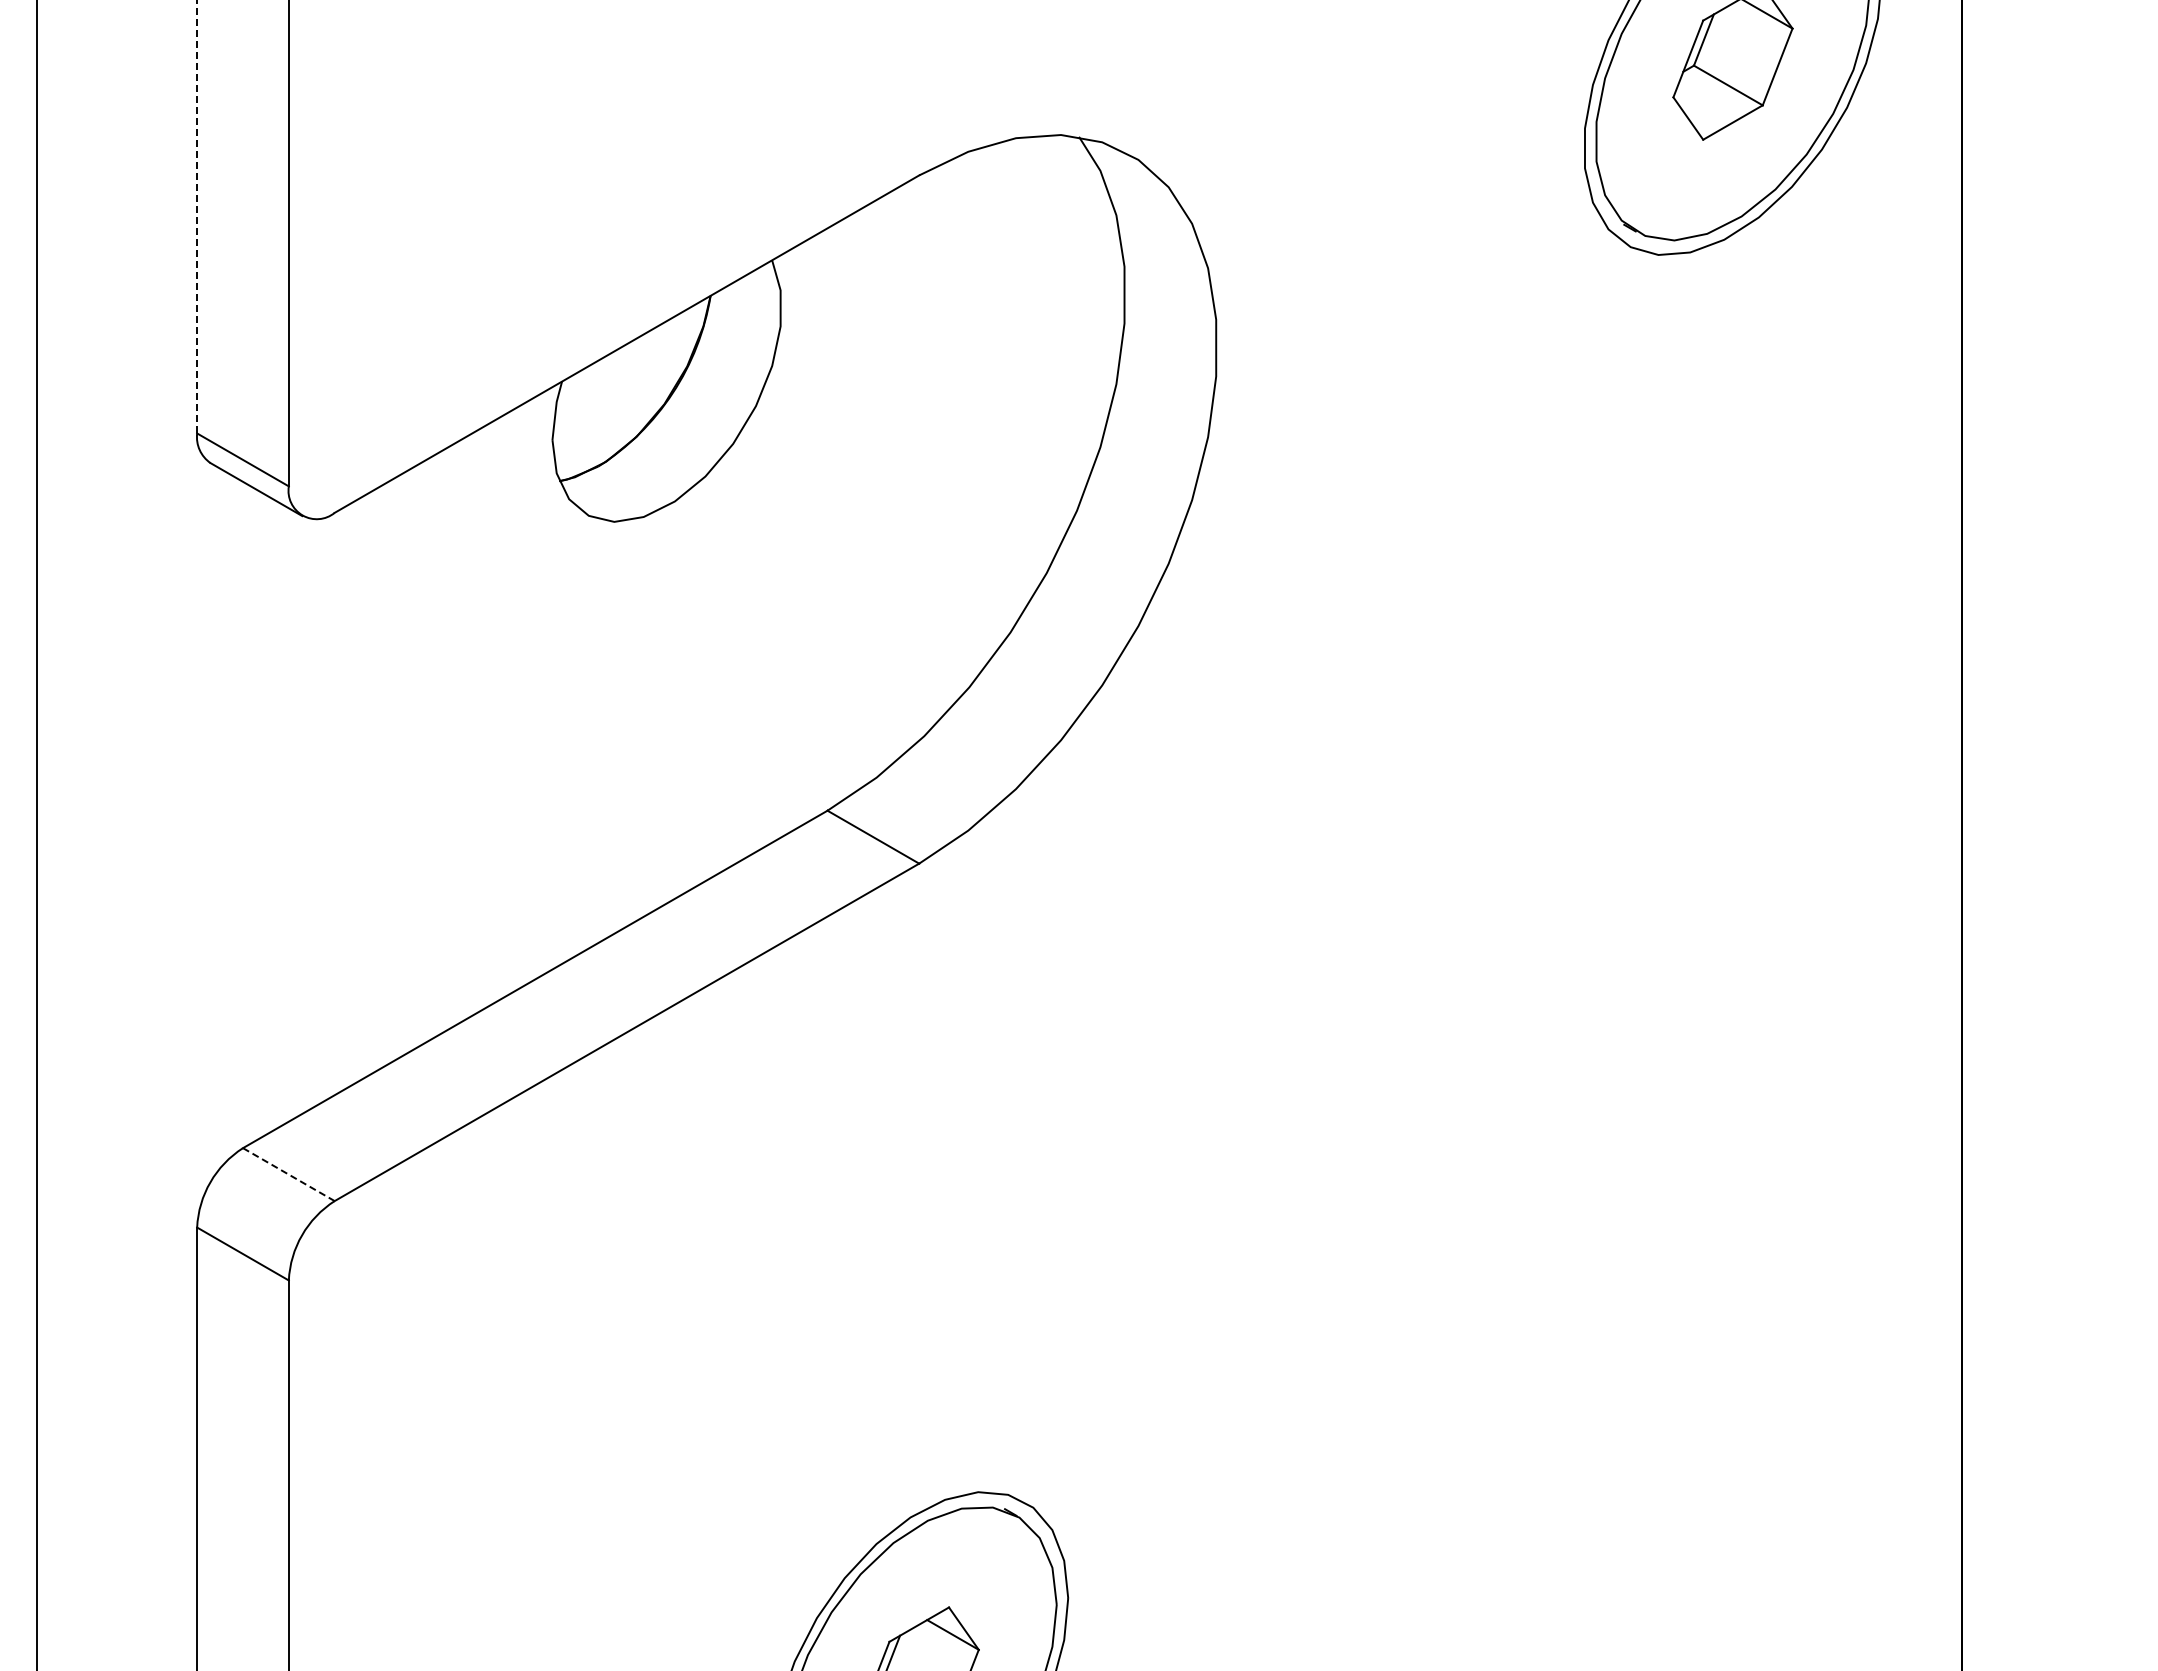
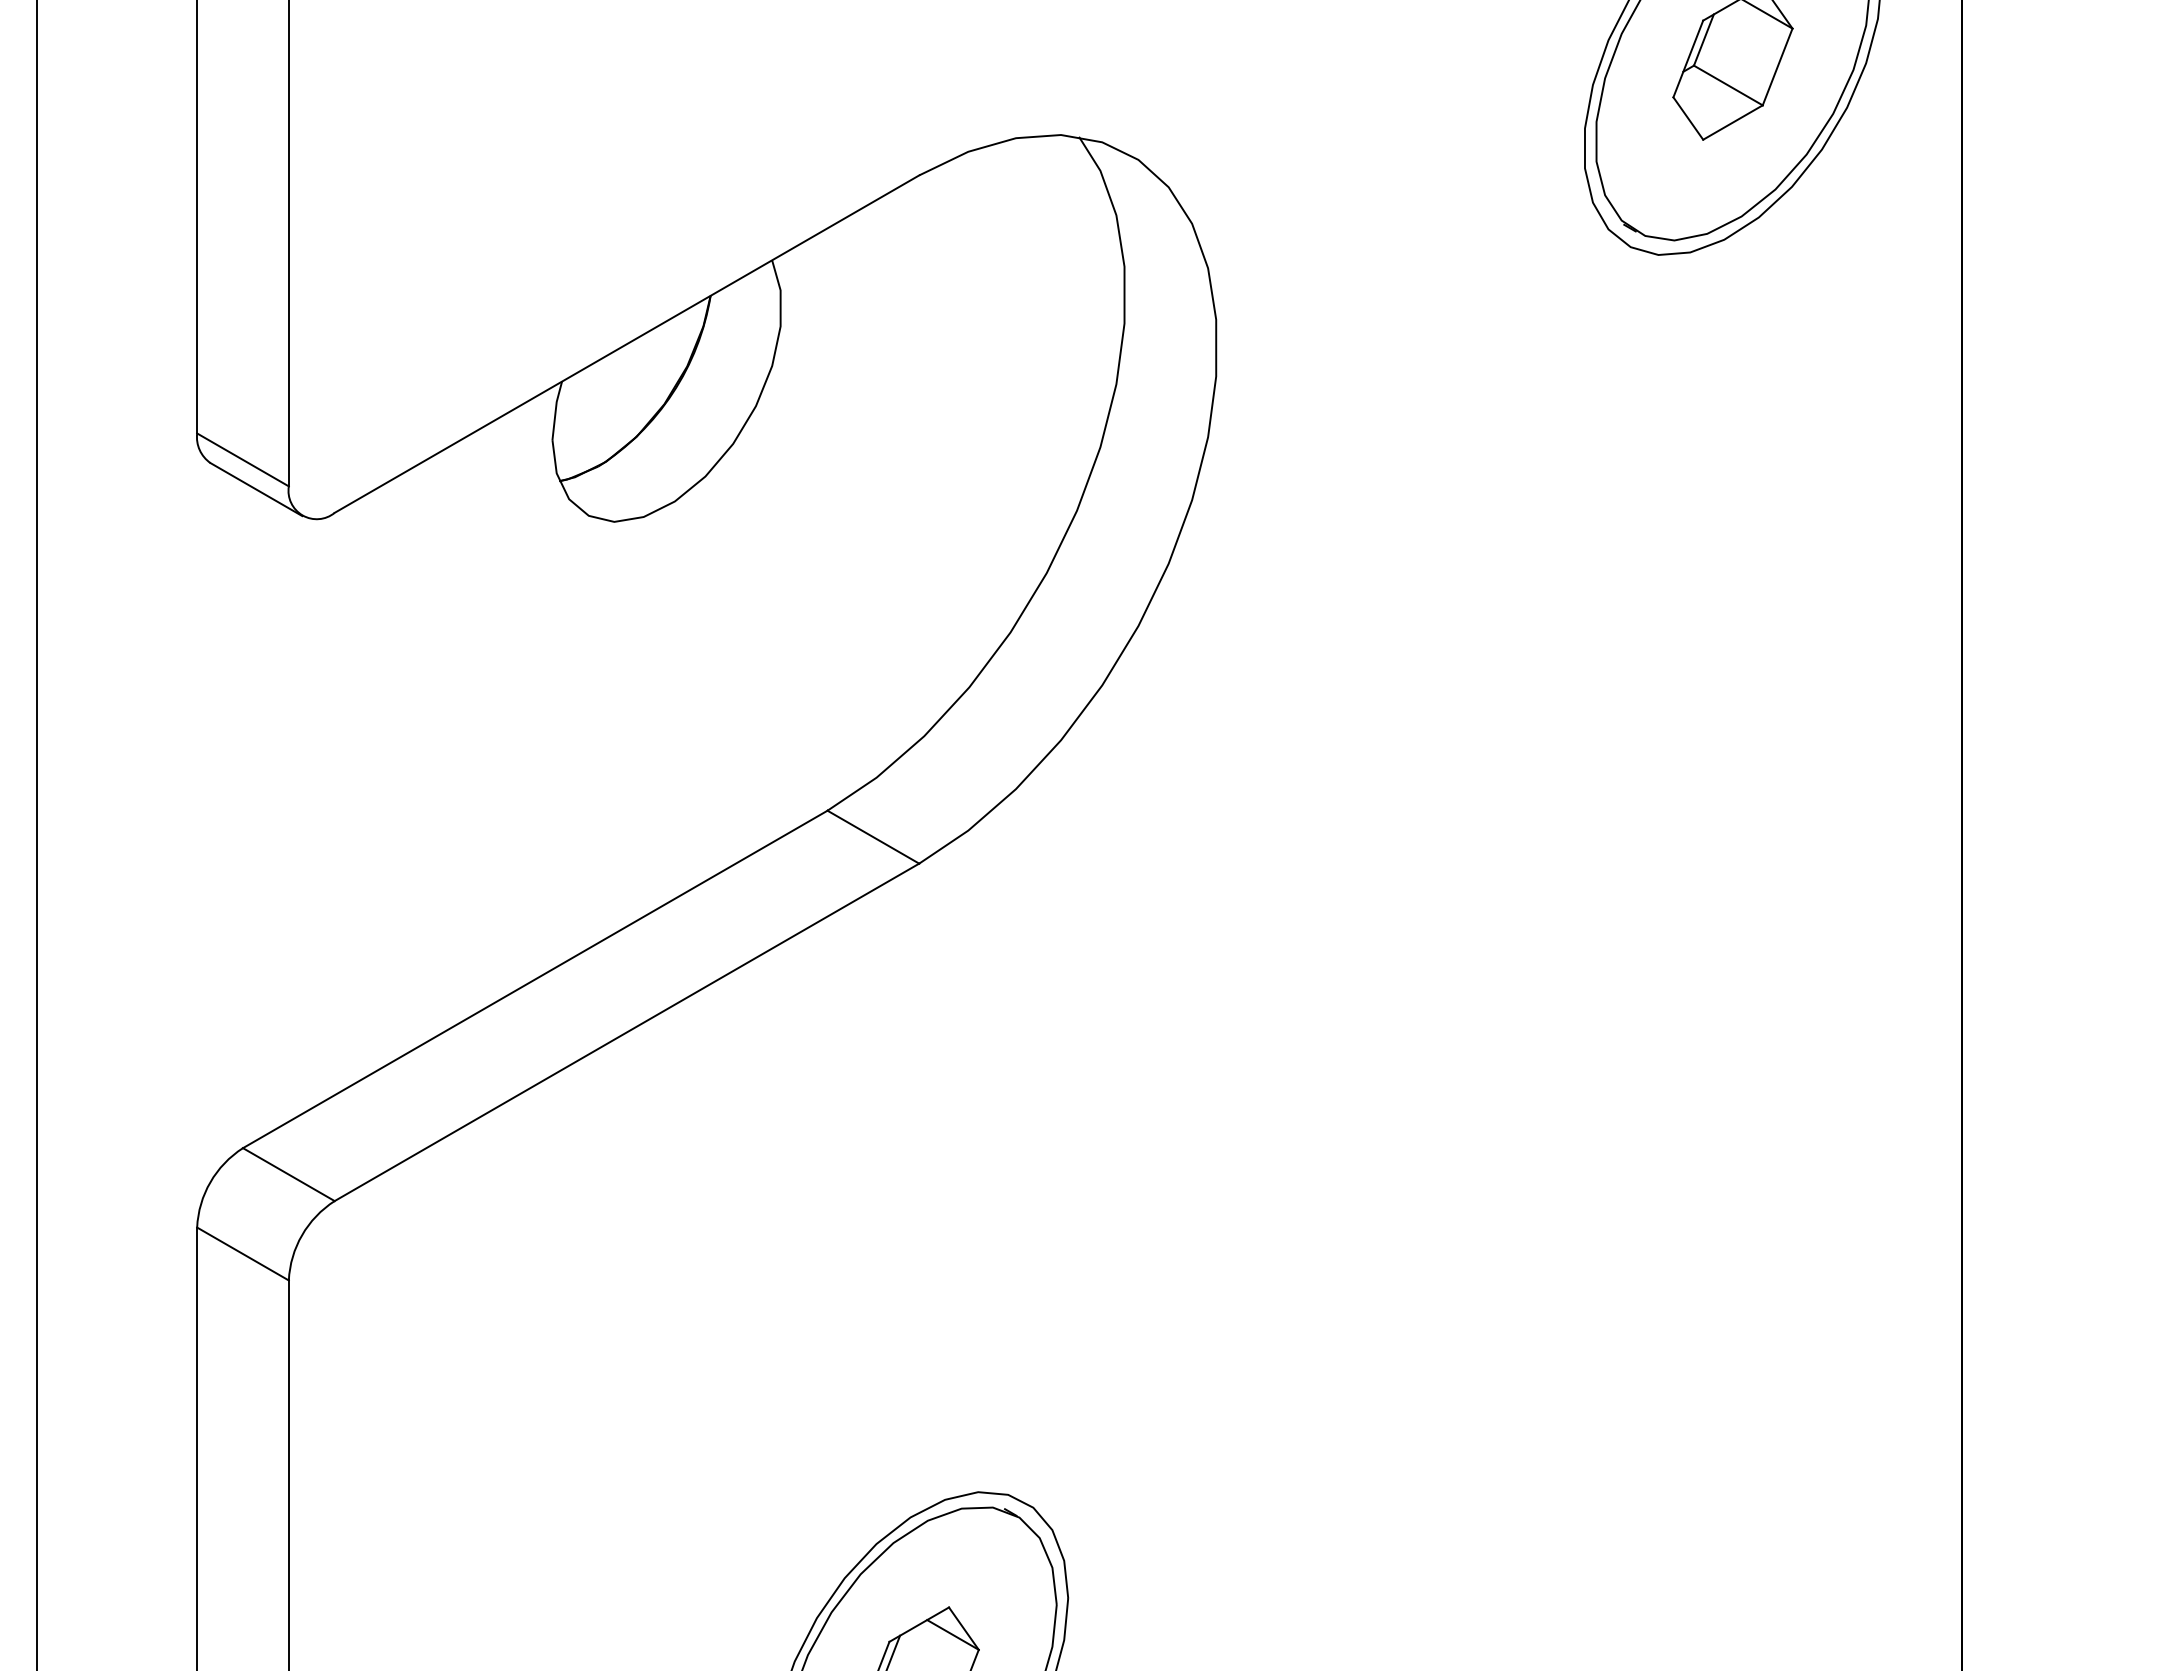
line at (197, 216): dashed -> solid
line at (288, 1174): dashed -> solid
